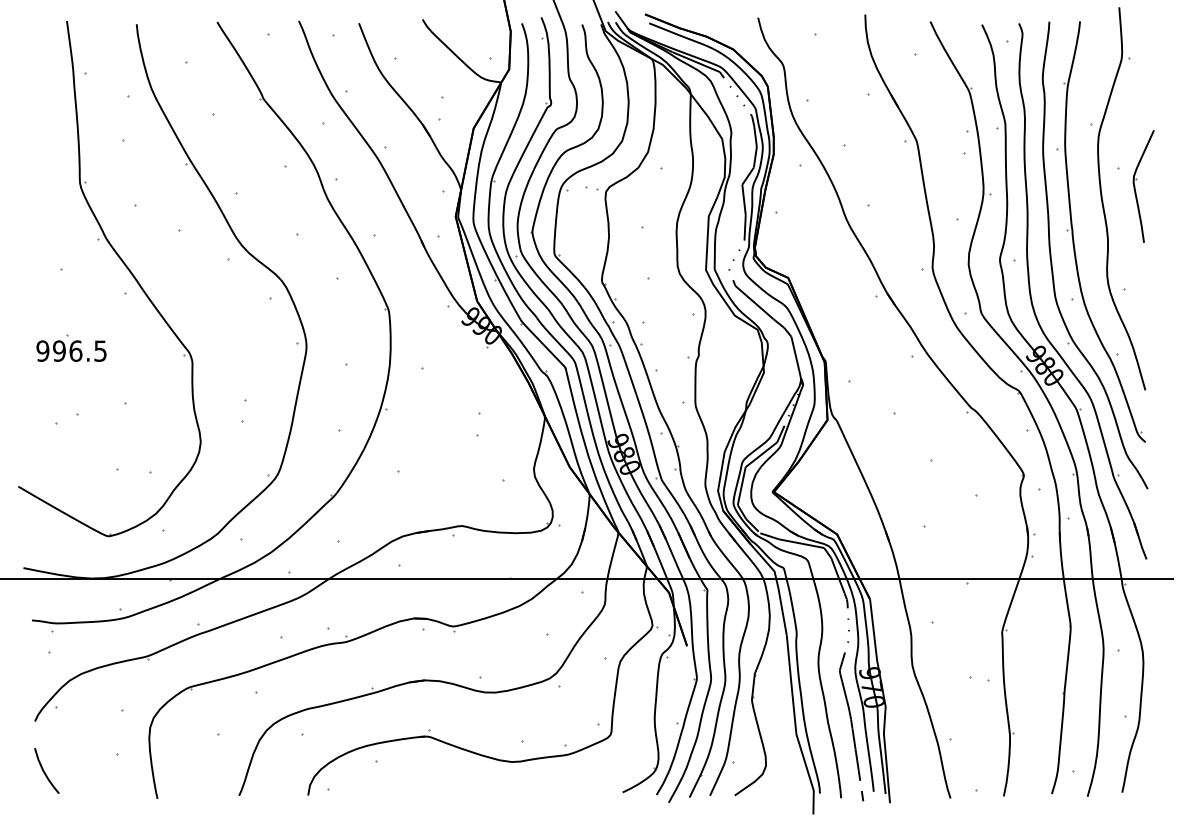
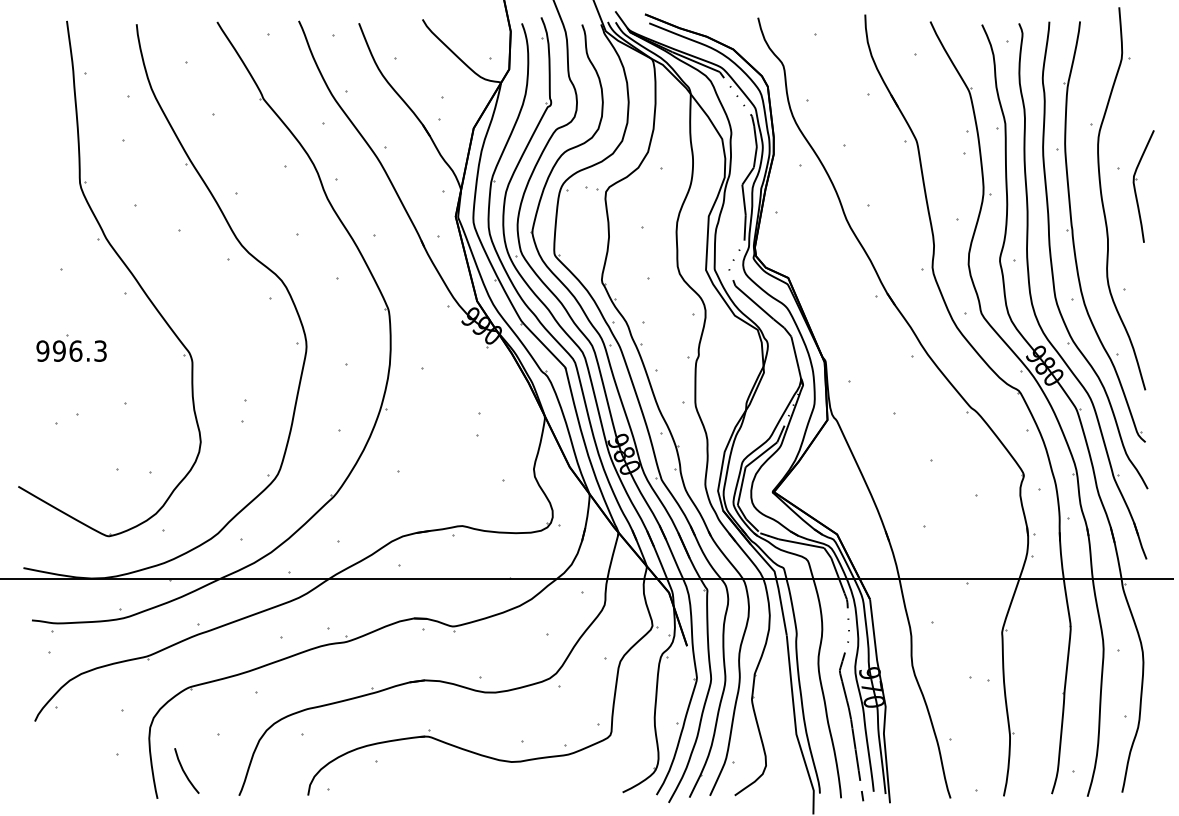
text at (100, 350): 996.5 -> 996.3
curve at (44, 770) position: (44, 770) -> (184, 770)
